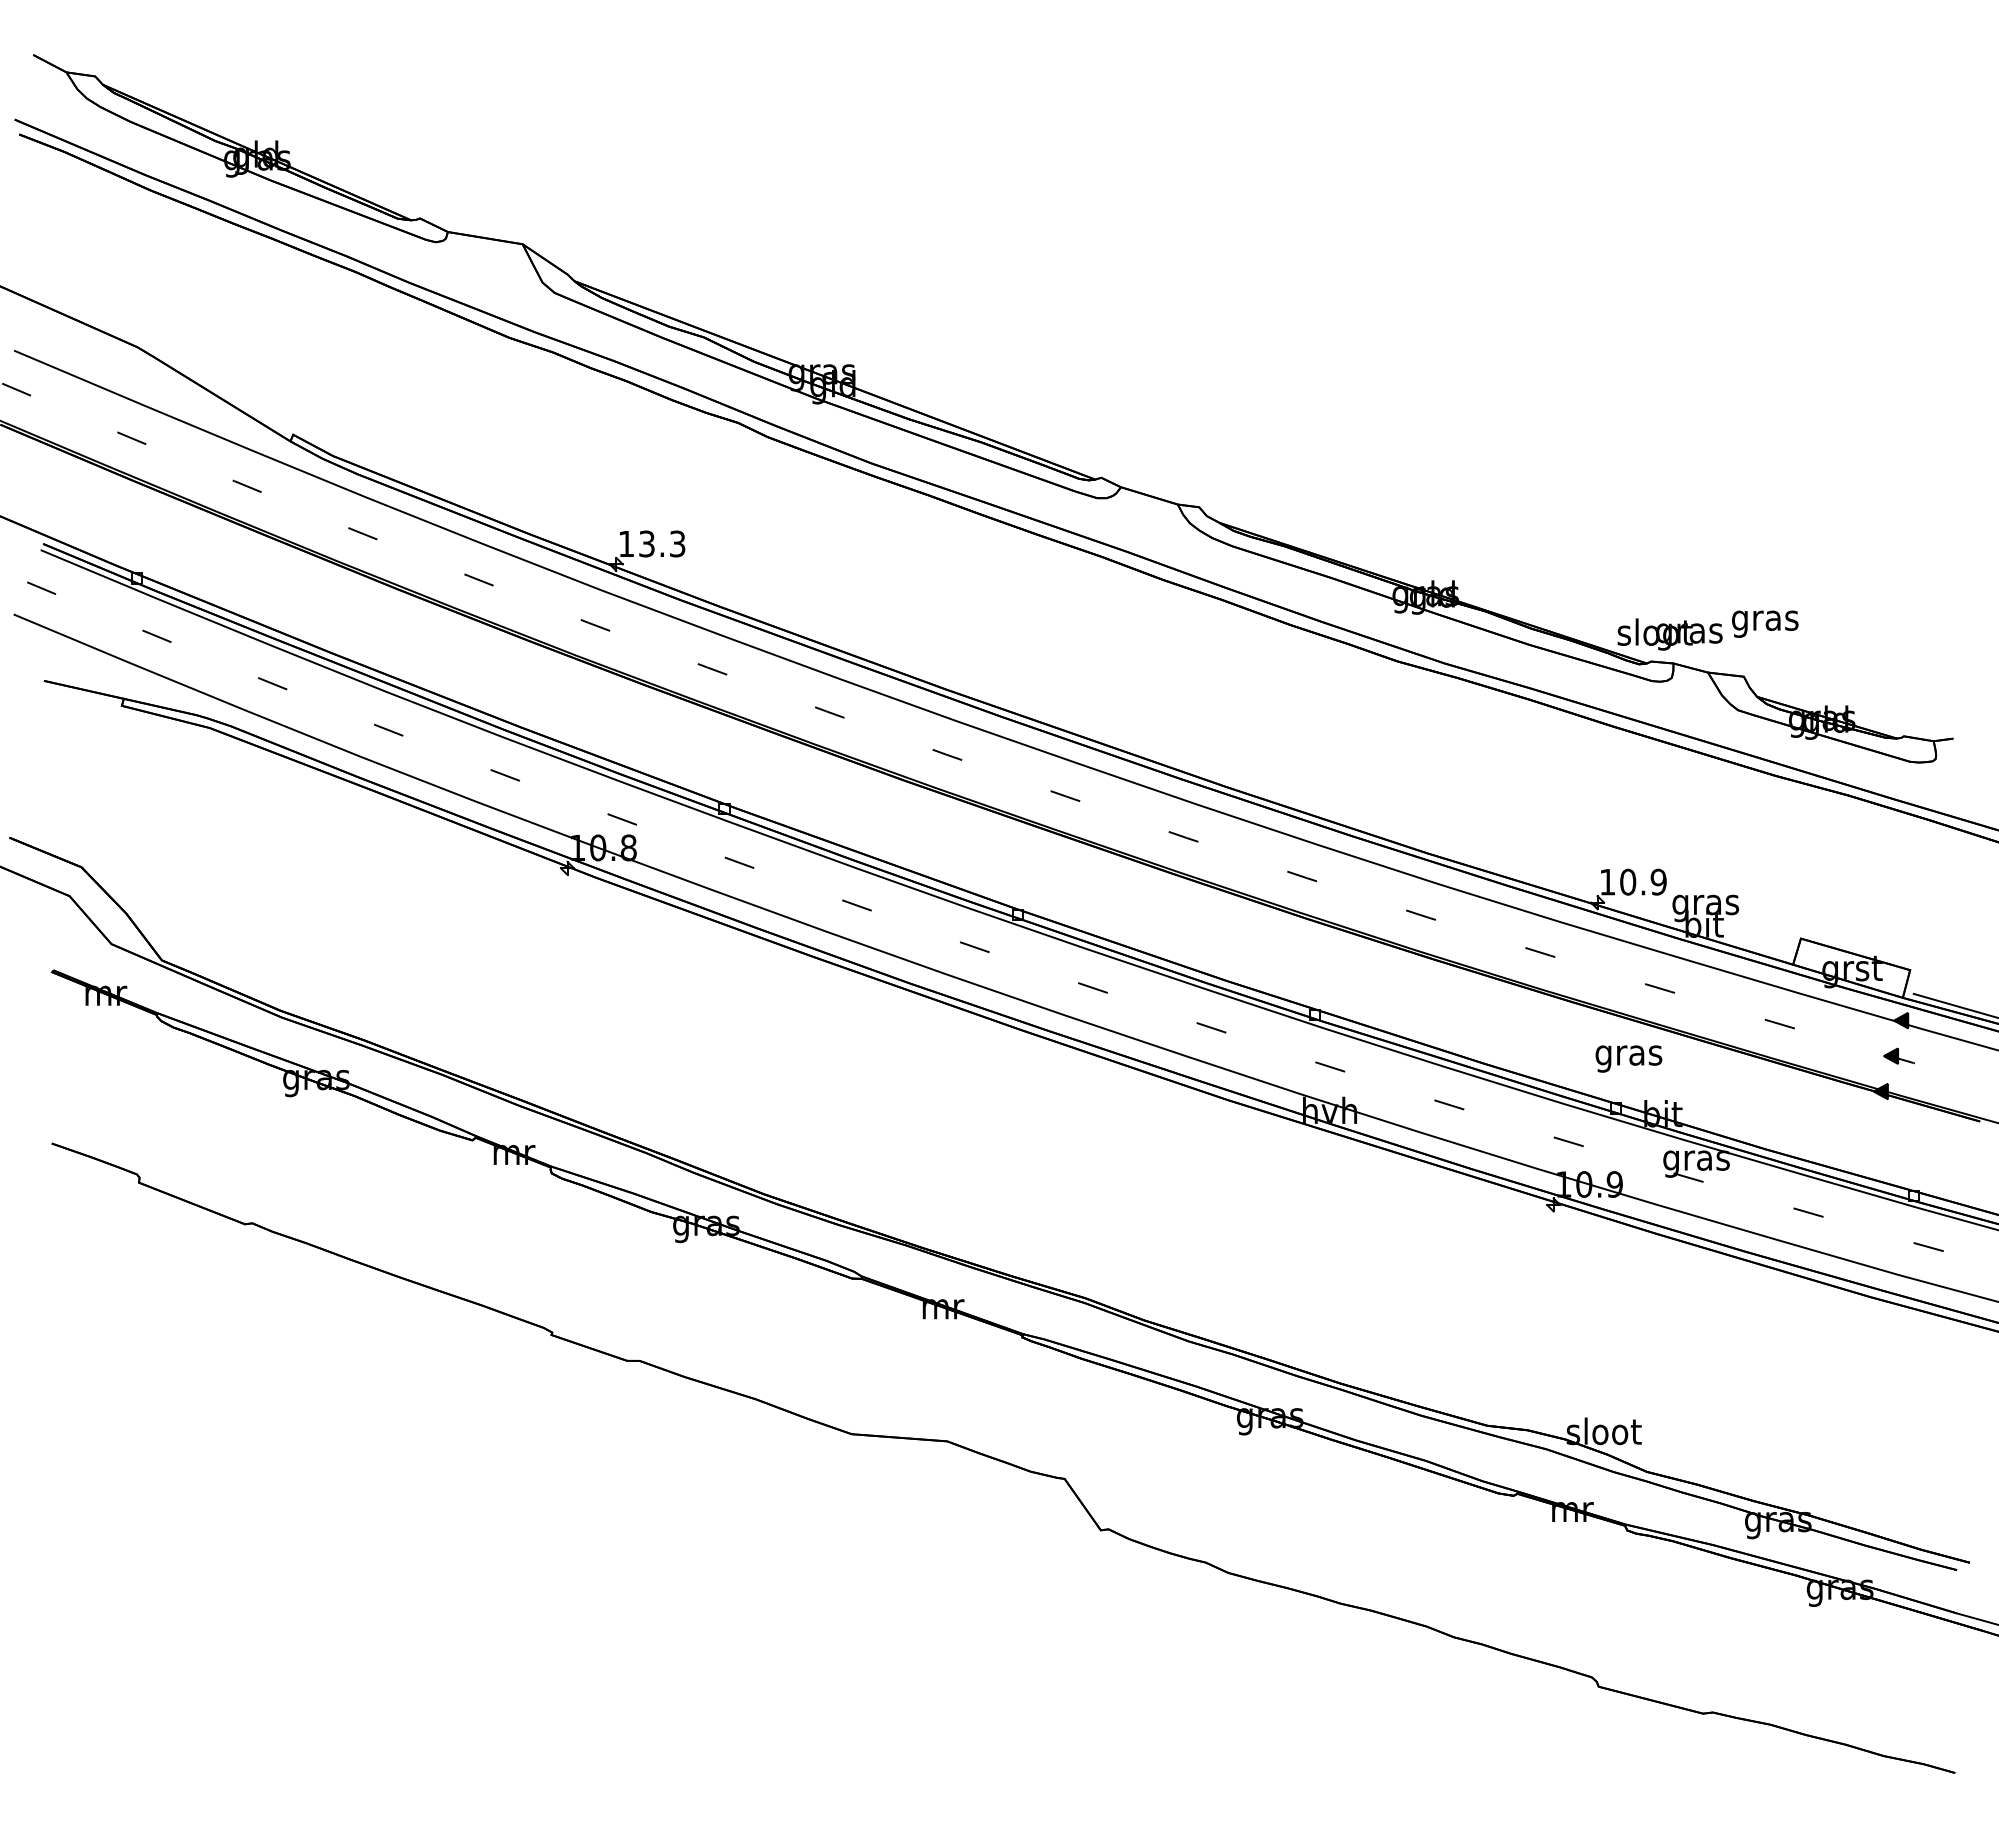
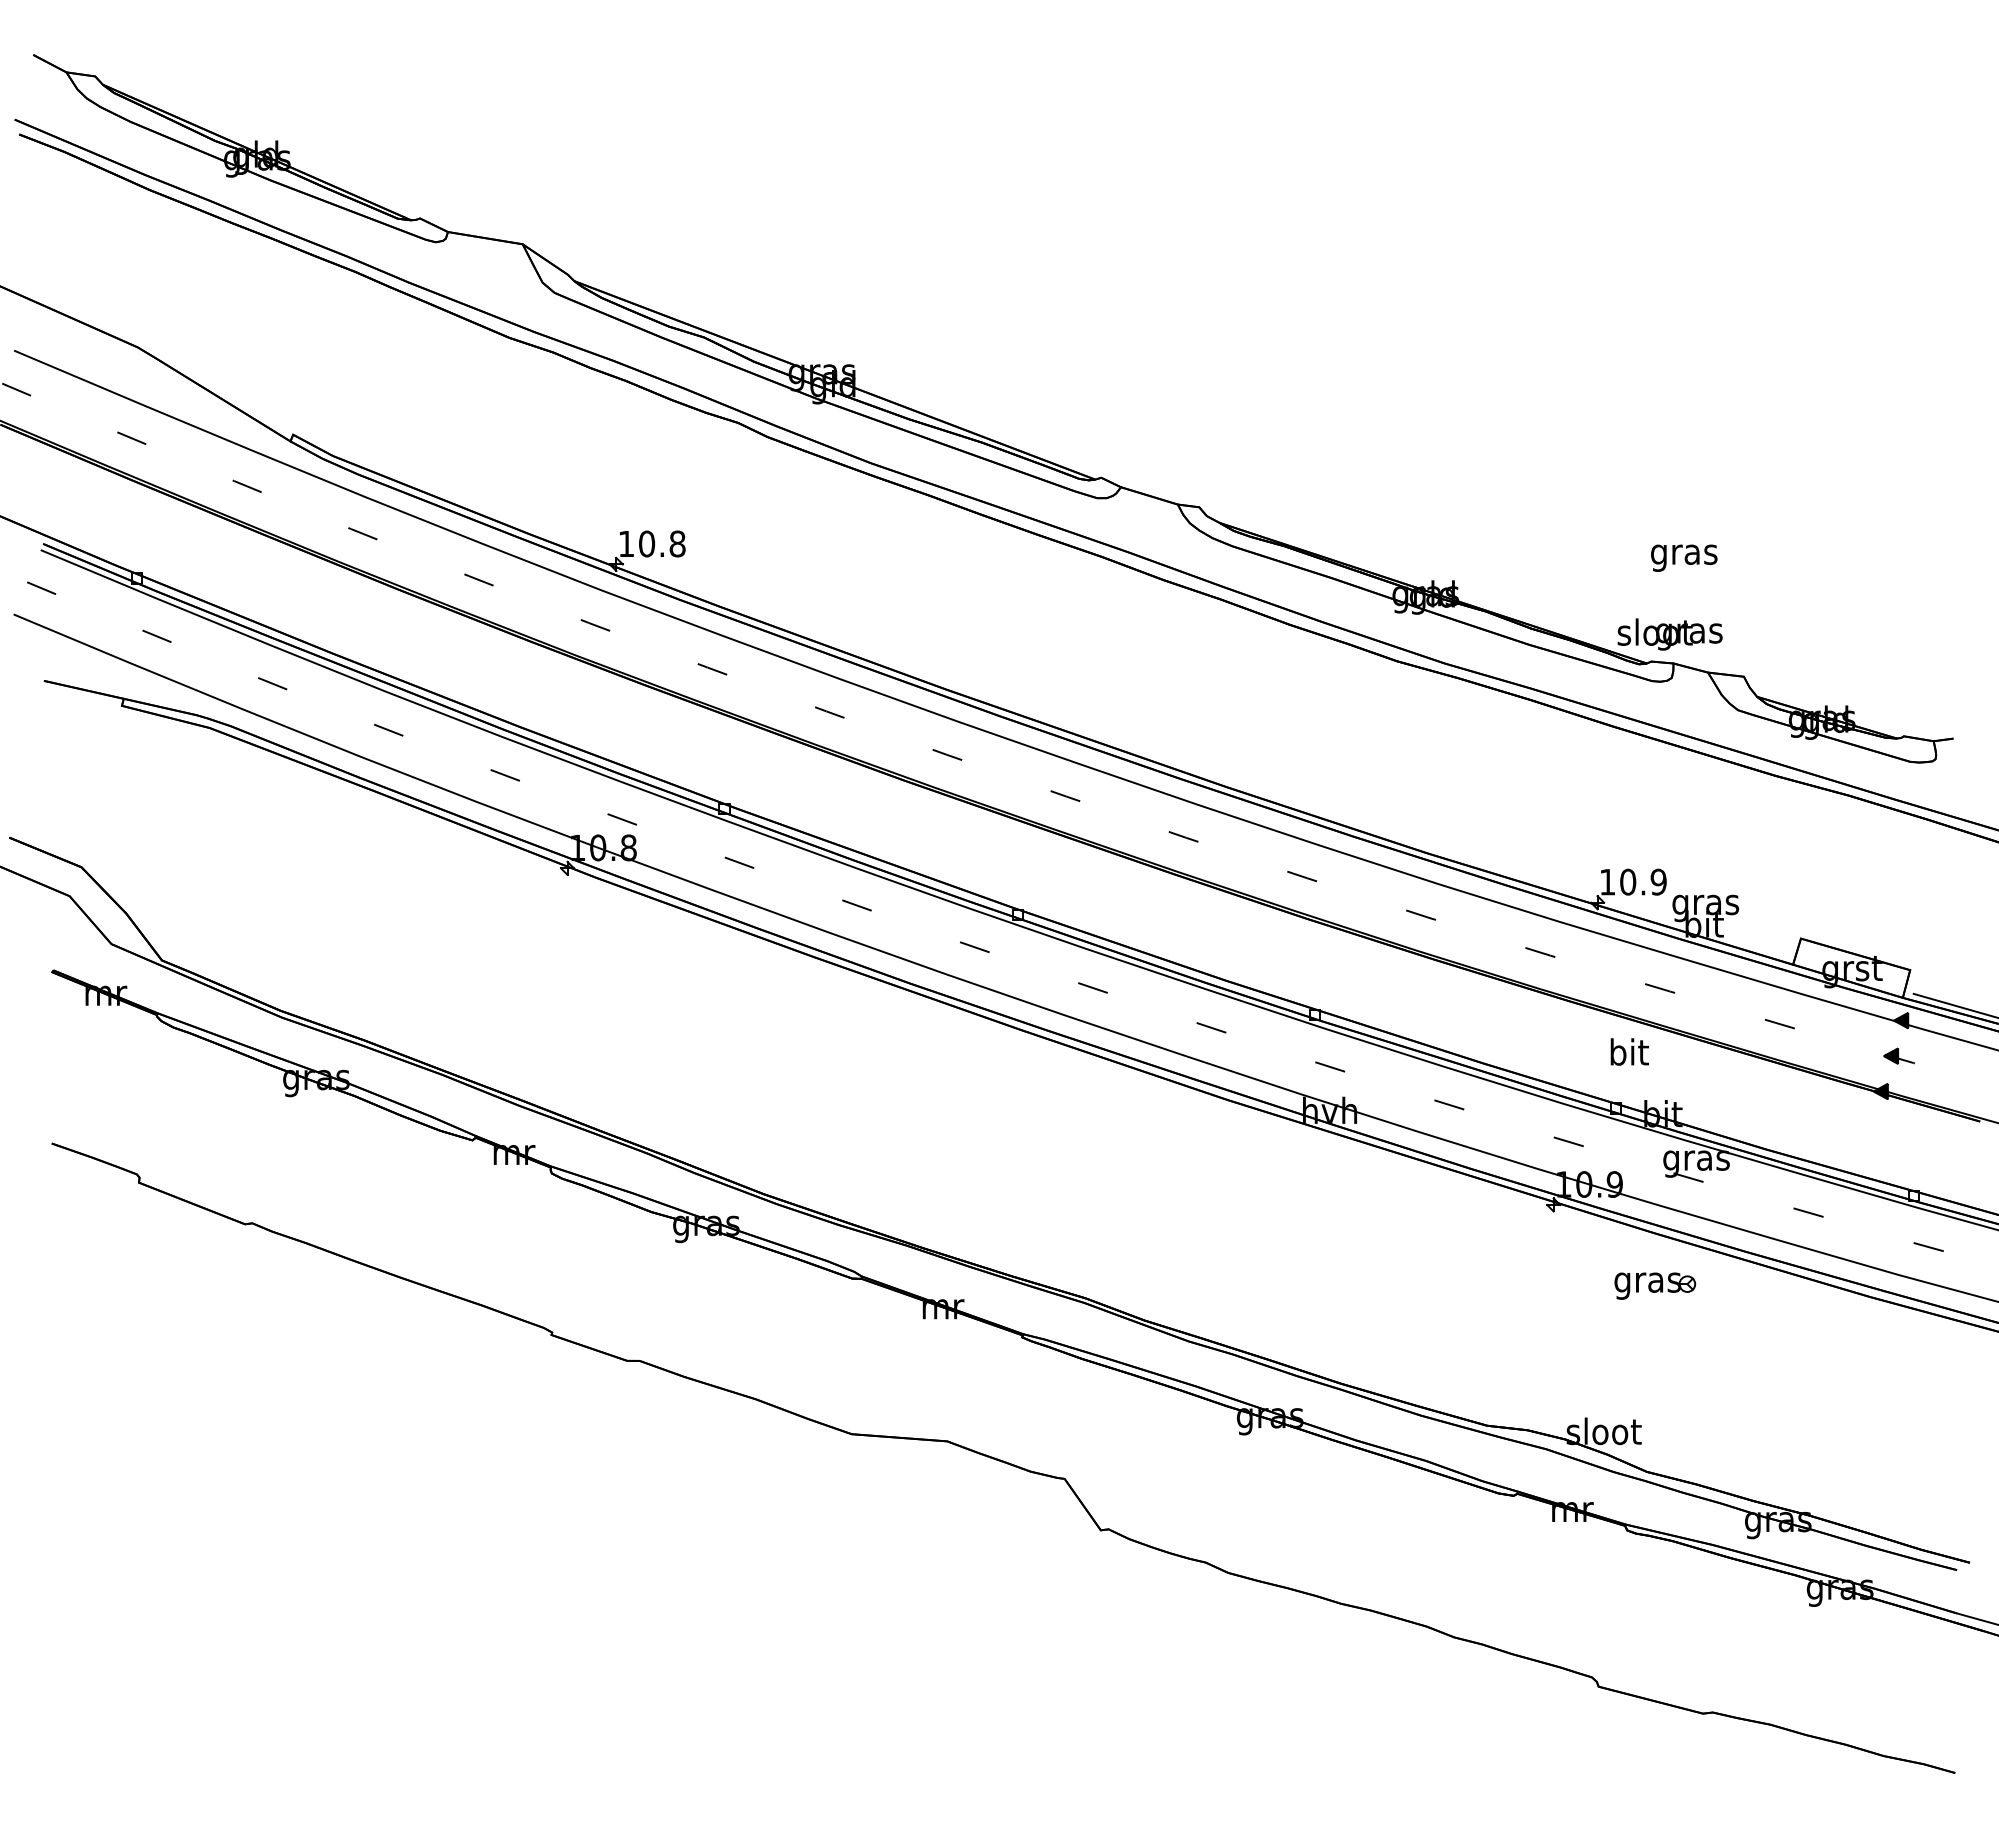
text at (662, 543): 13.3 -> 10.8
text at (1765, 623) position: (1765, 623) -> (1684, 557)
text at (1628, 1055): gras -> bit
part at (1655, 1285): none -> present
